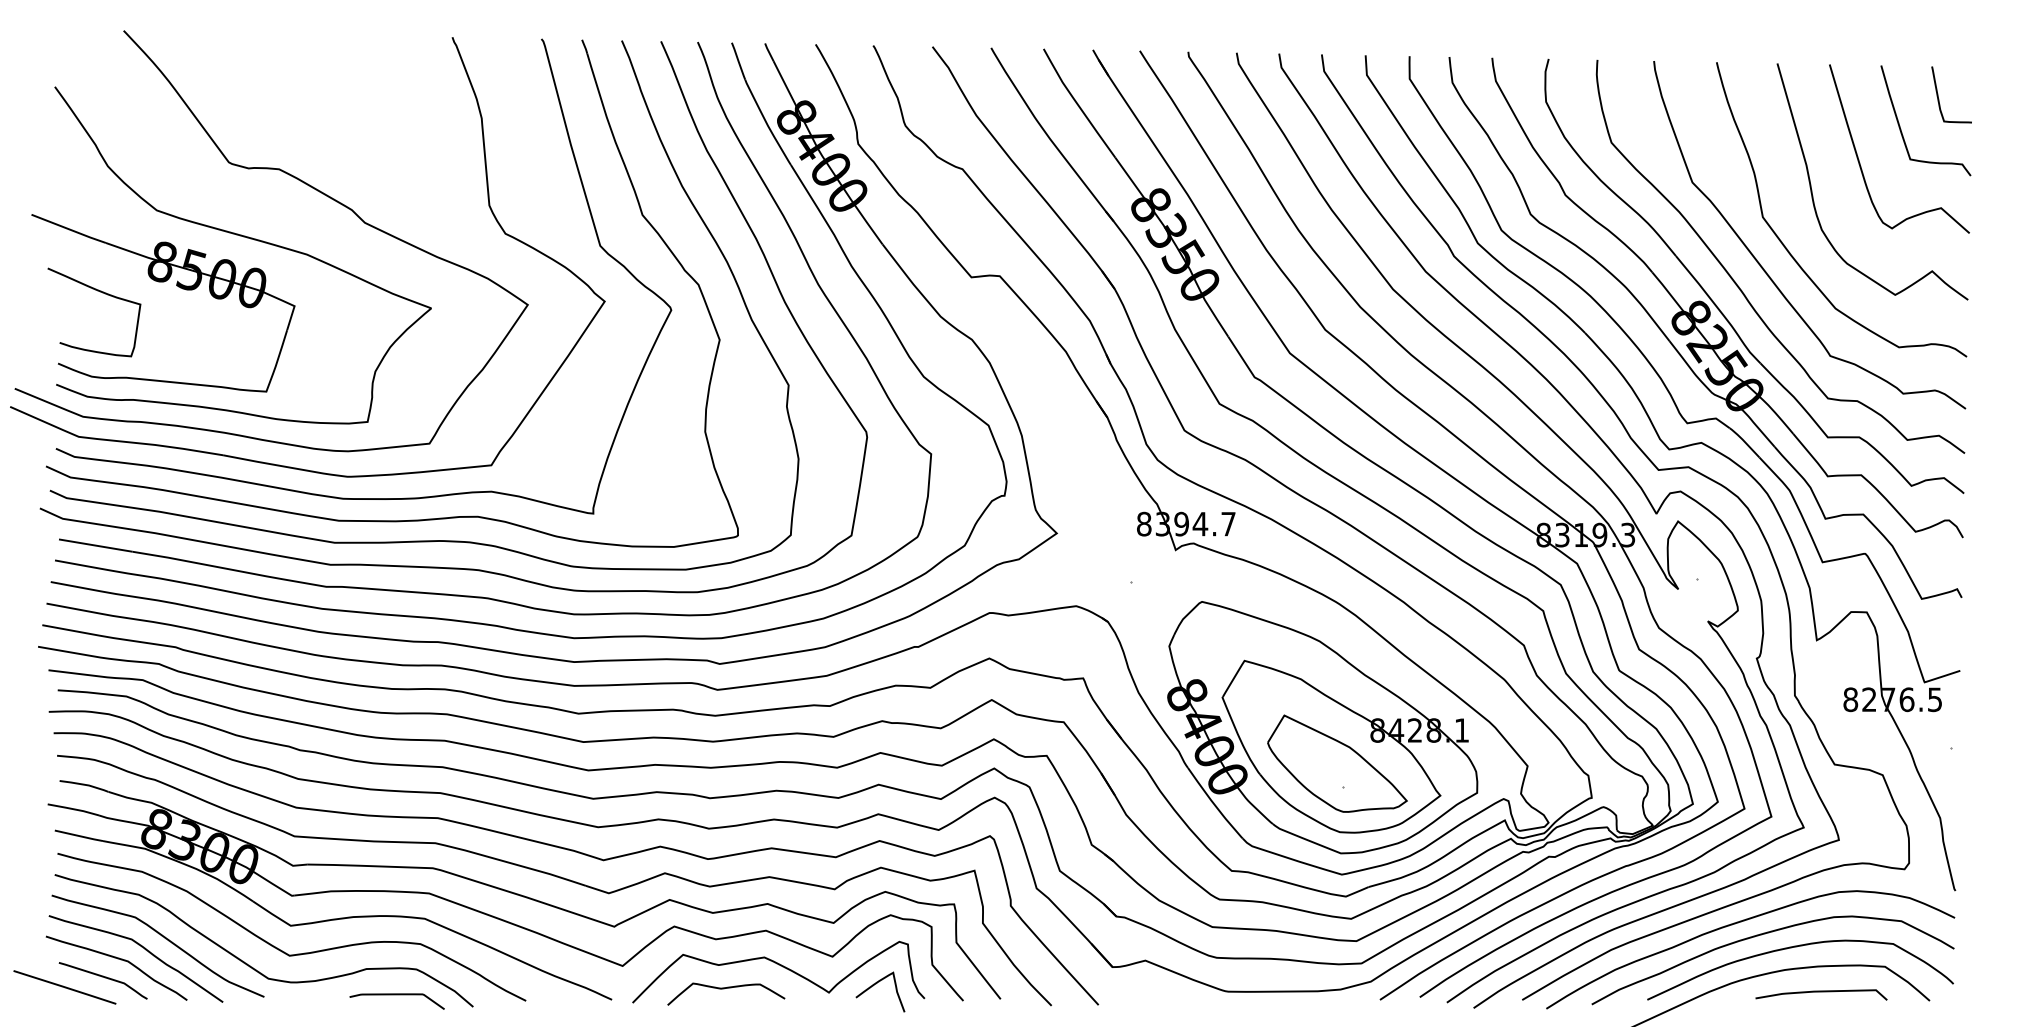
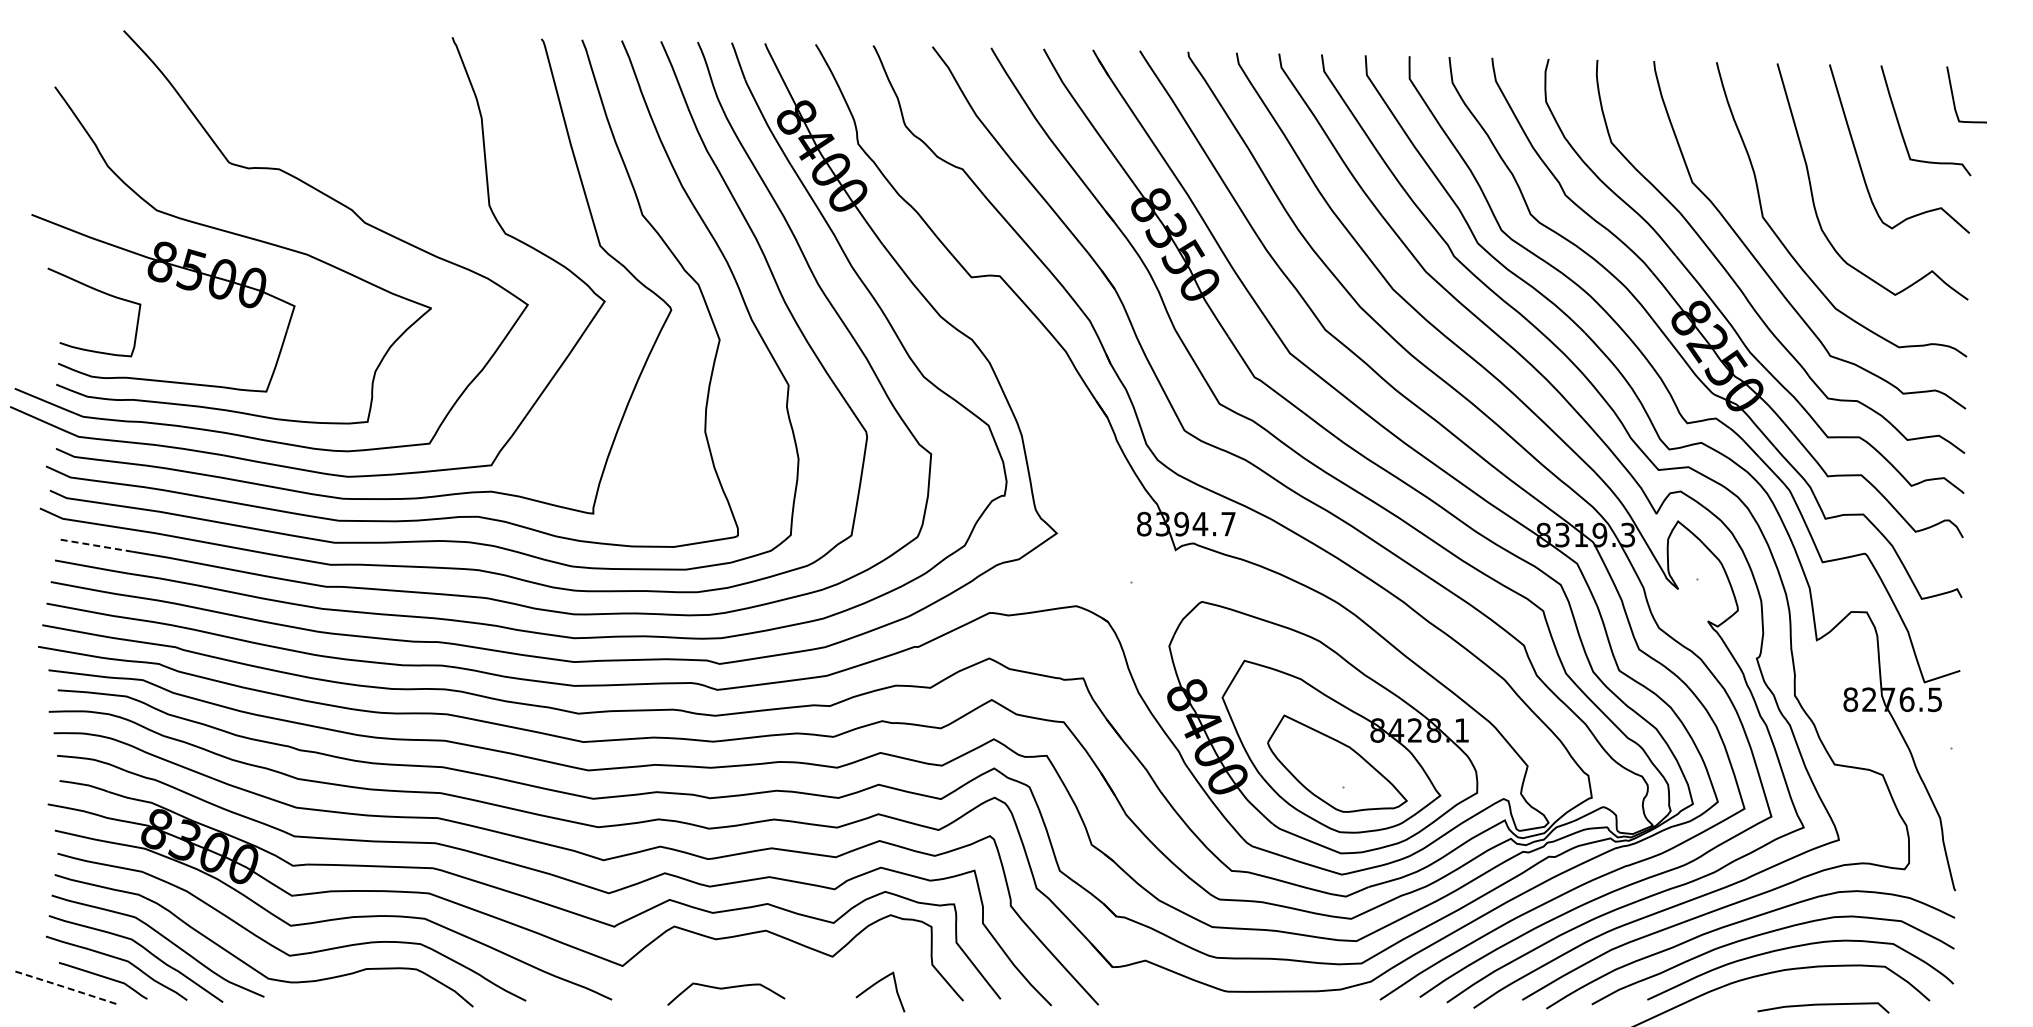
curve at (1938, 94) position: (1938, 94) -> (1953, 94)
line at (95, 545): solid -> dashed
curve at (780, 966): present -> none
line at (64, 987): solid -> dashed
curve at (1821, 992) position: (1821, 992) -> (1823, 1005)
curve at (396, 995): present -> none
